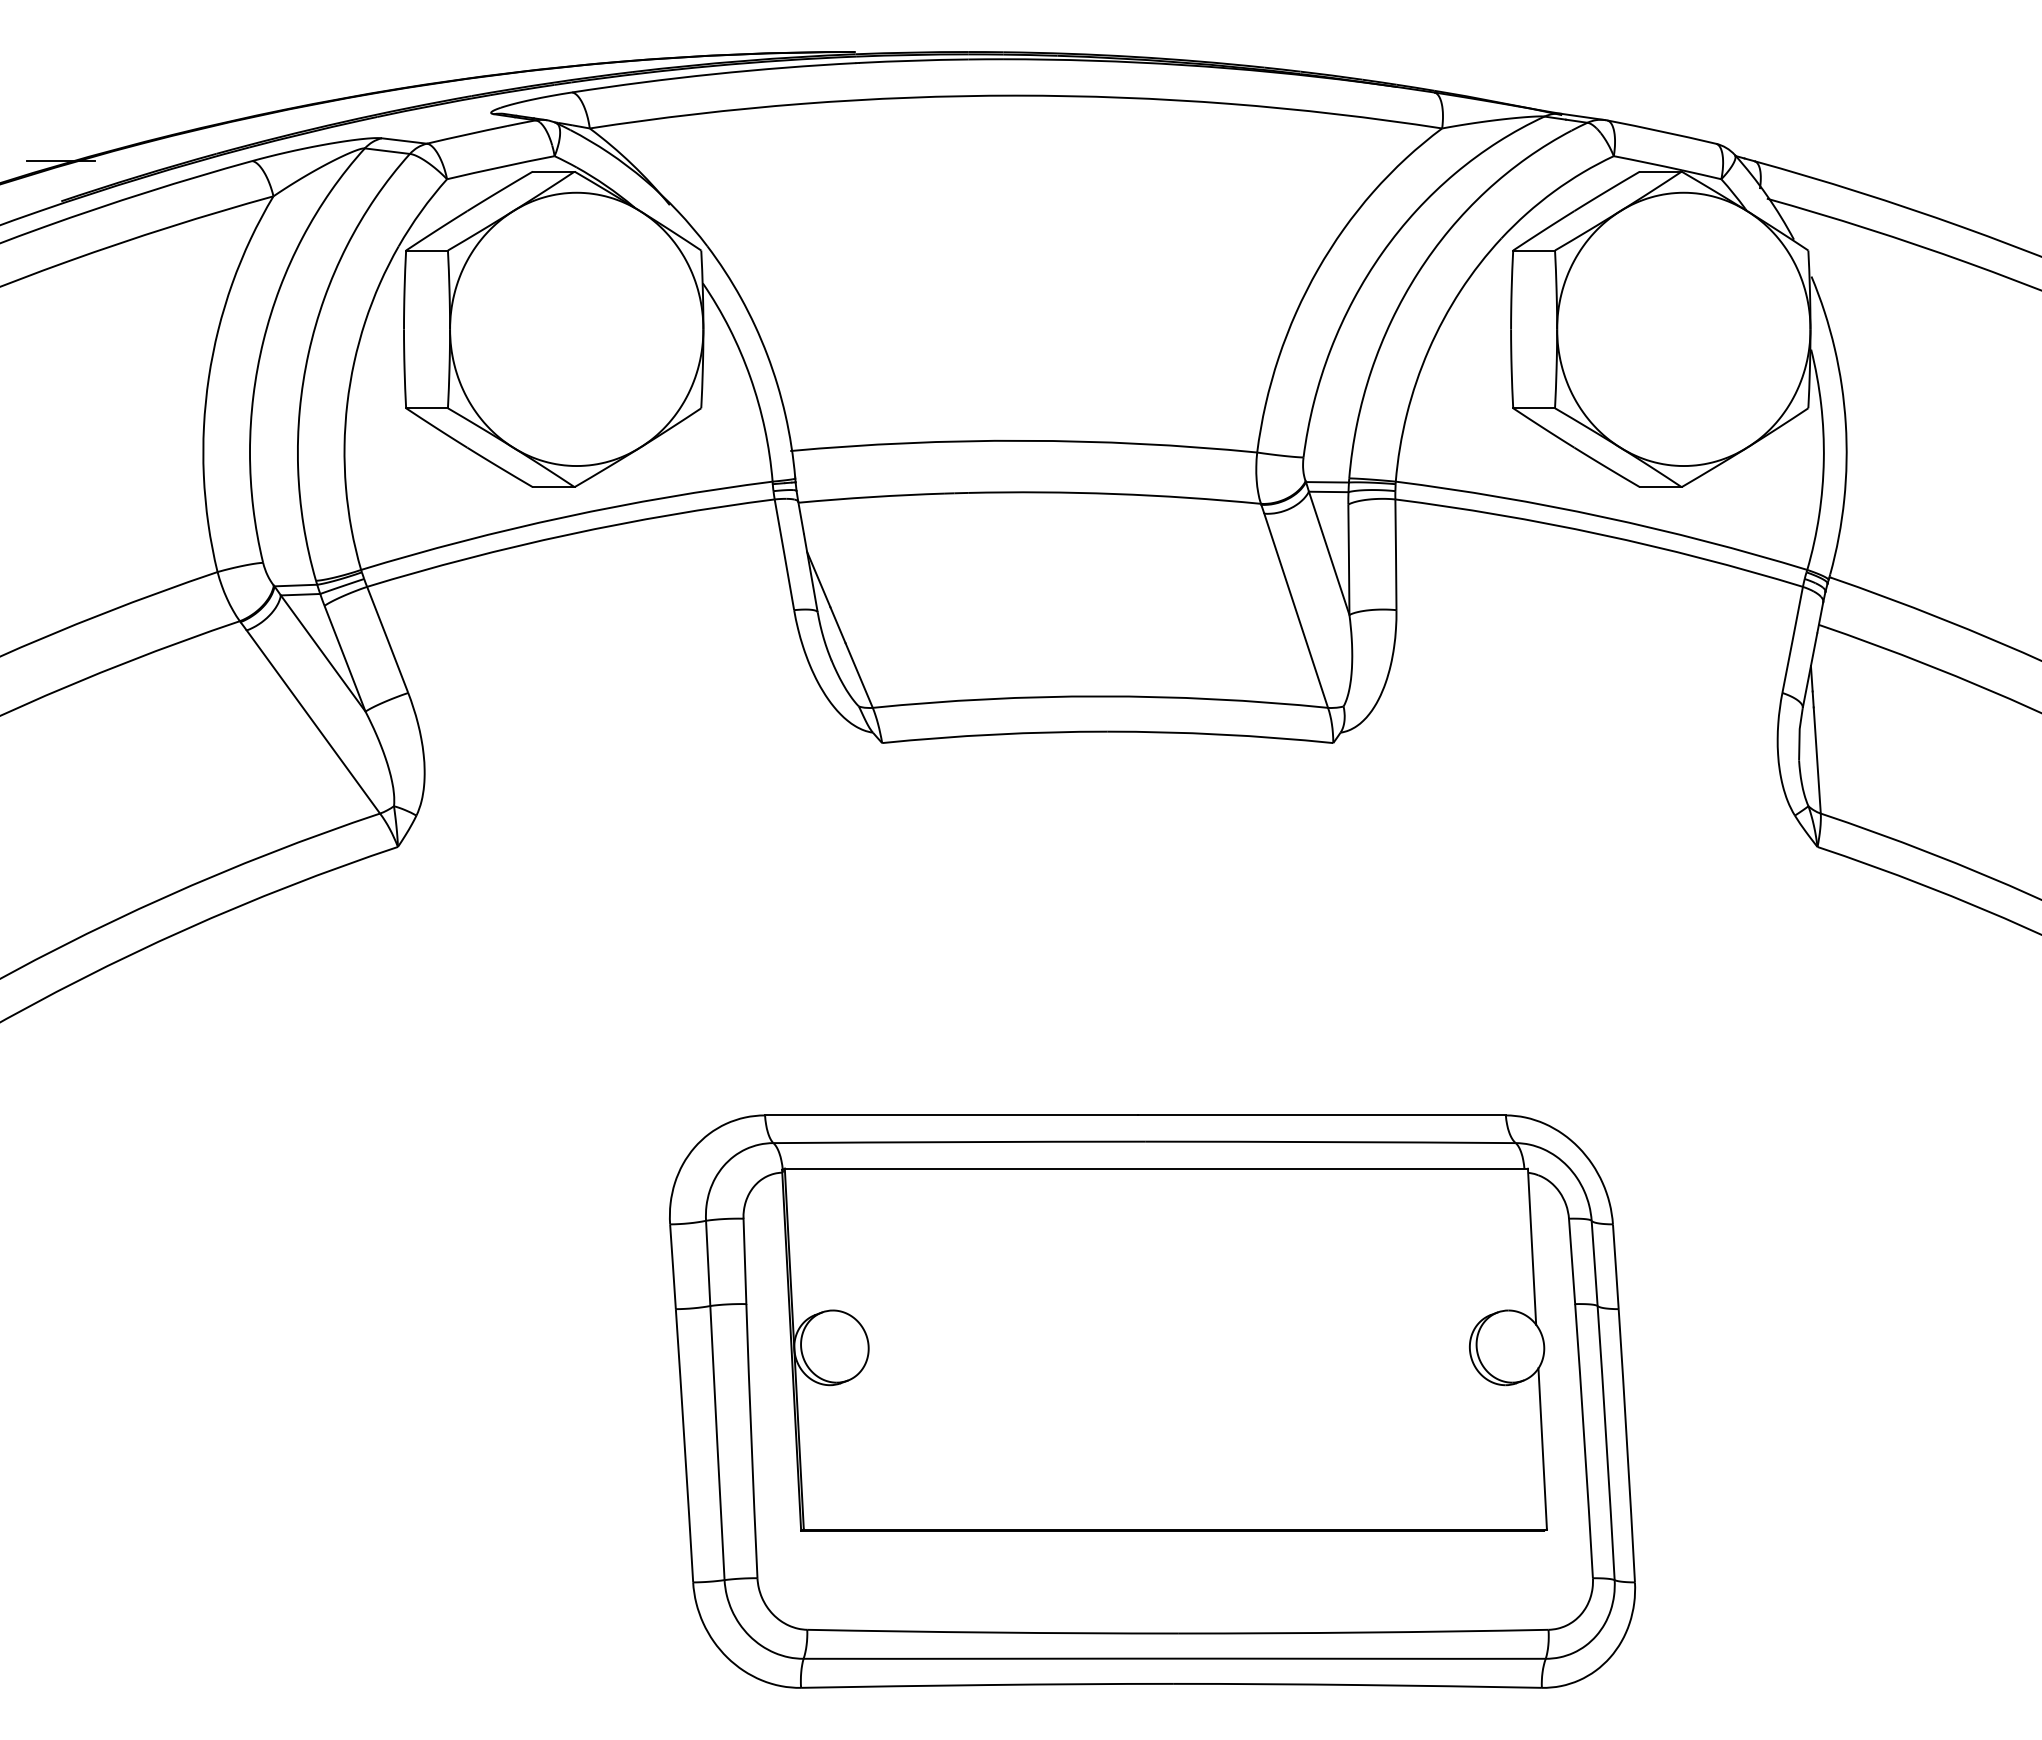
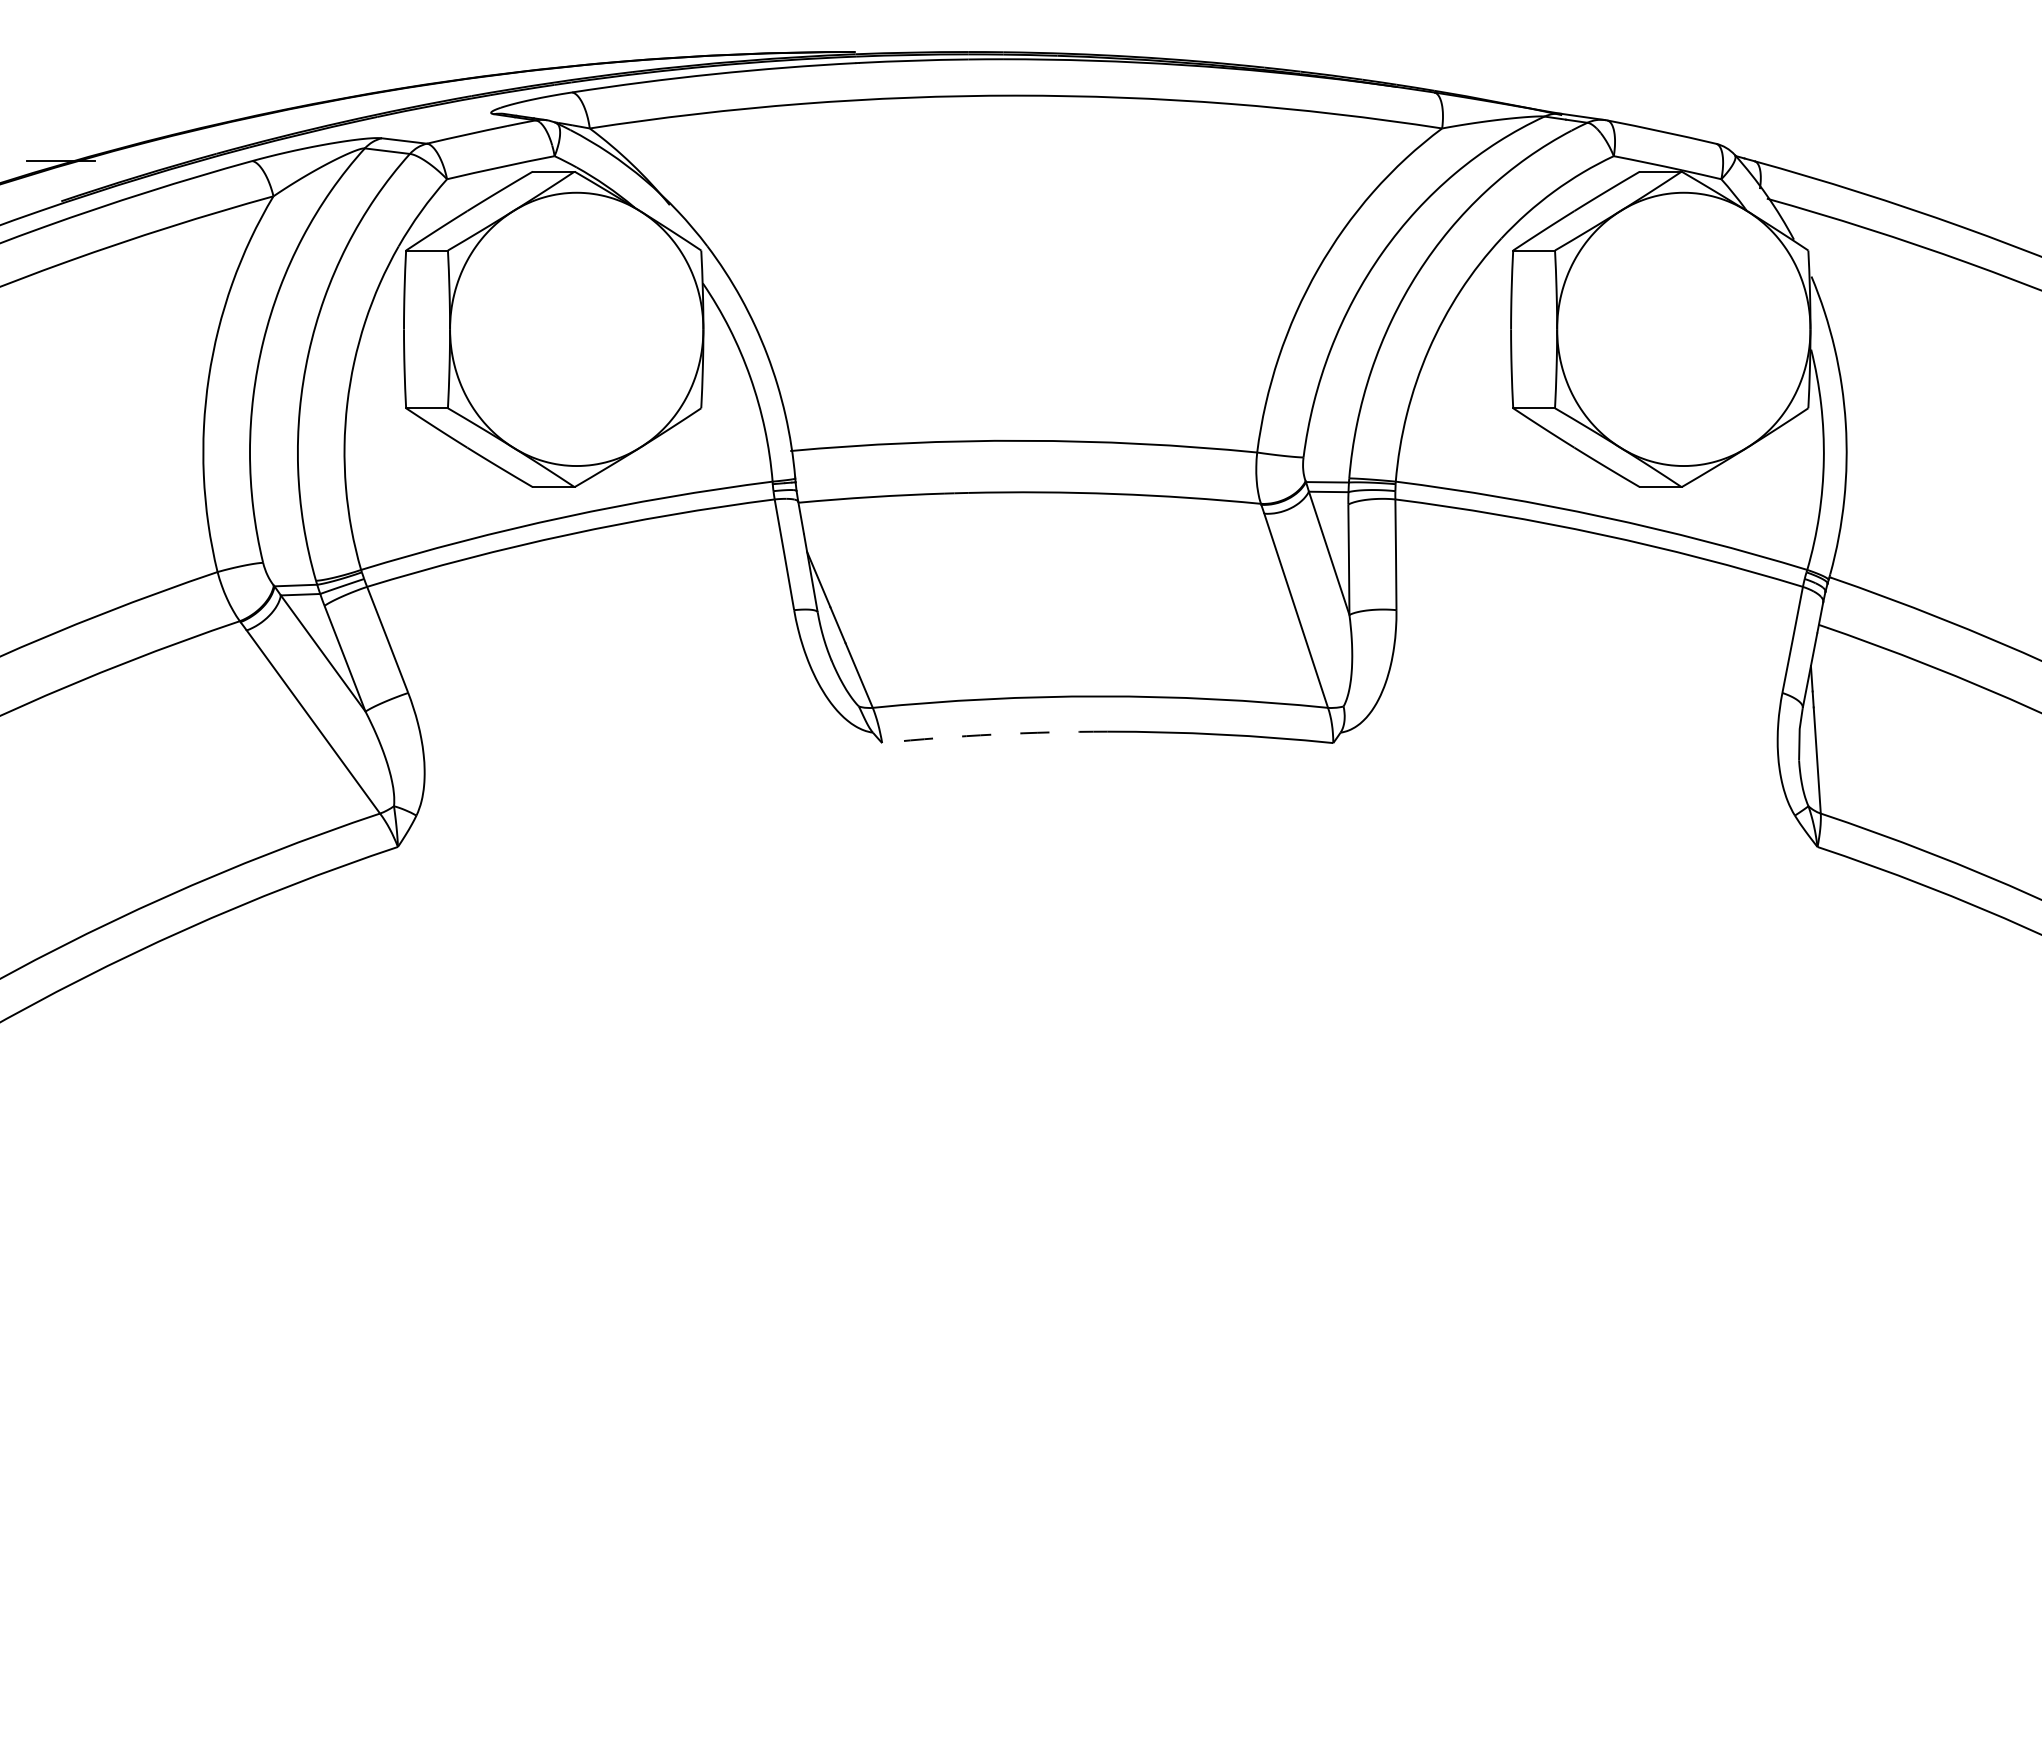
arc at (994, 734): solid -> dashed
part at (1152, 1401): present -> none
